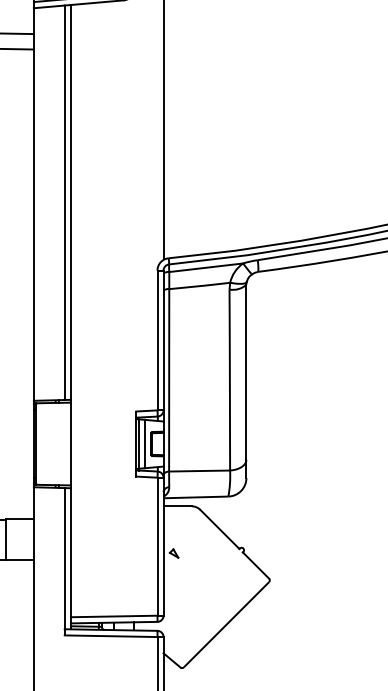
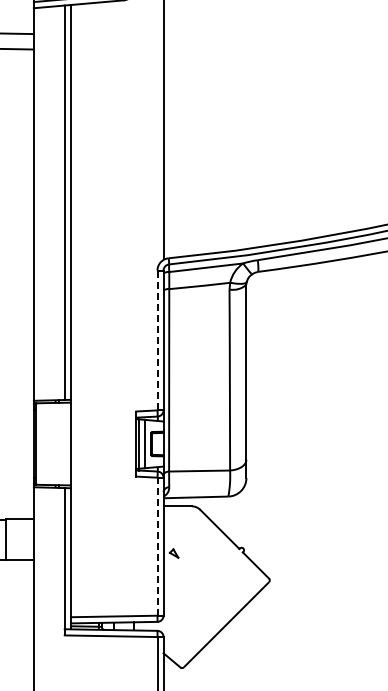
line at (157, 340): solid -> dashed
line at (157, 546): solid -> dashed
